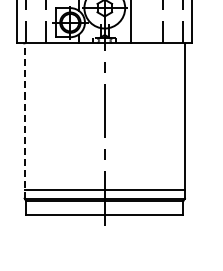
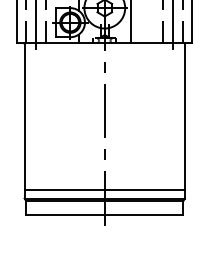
line at (36, 25): none -> present
line at (173, 25): none -> present
line at (24, 120): dashed -> solid
